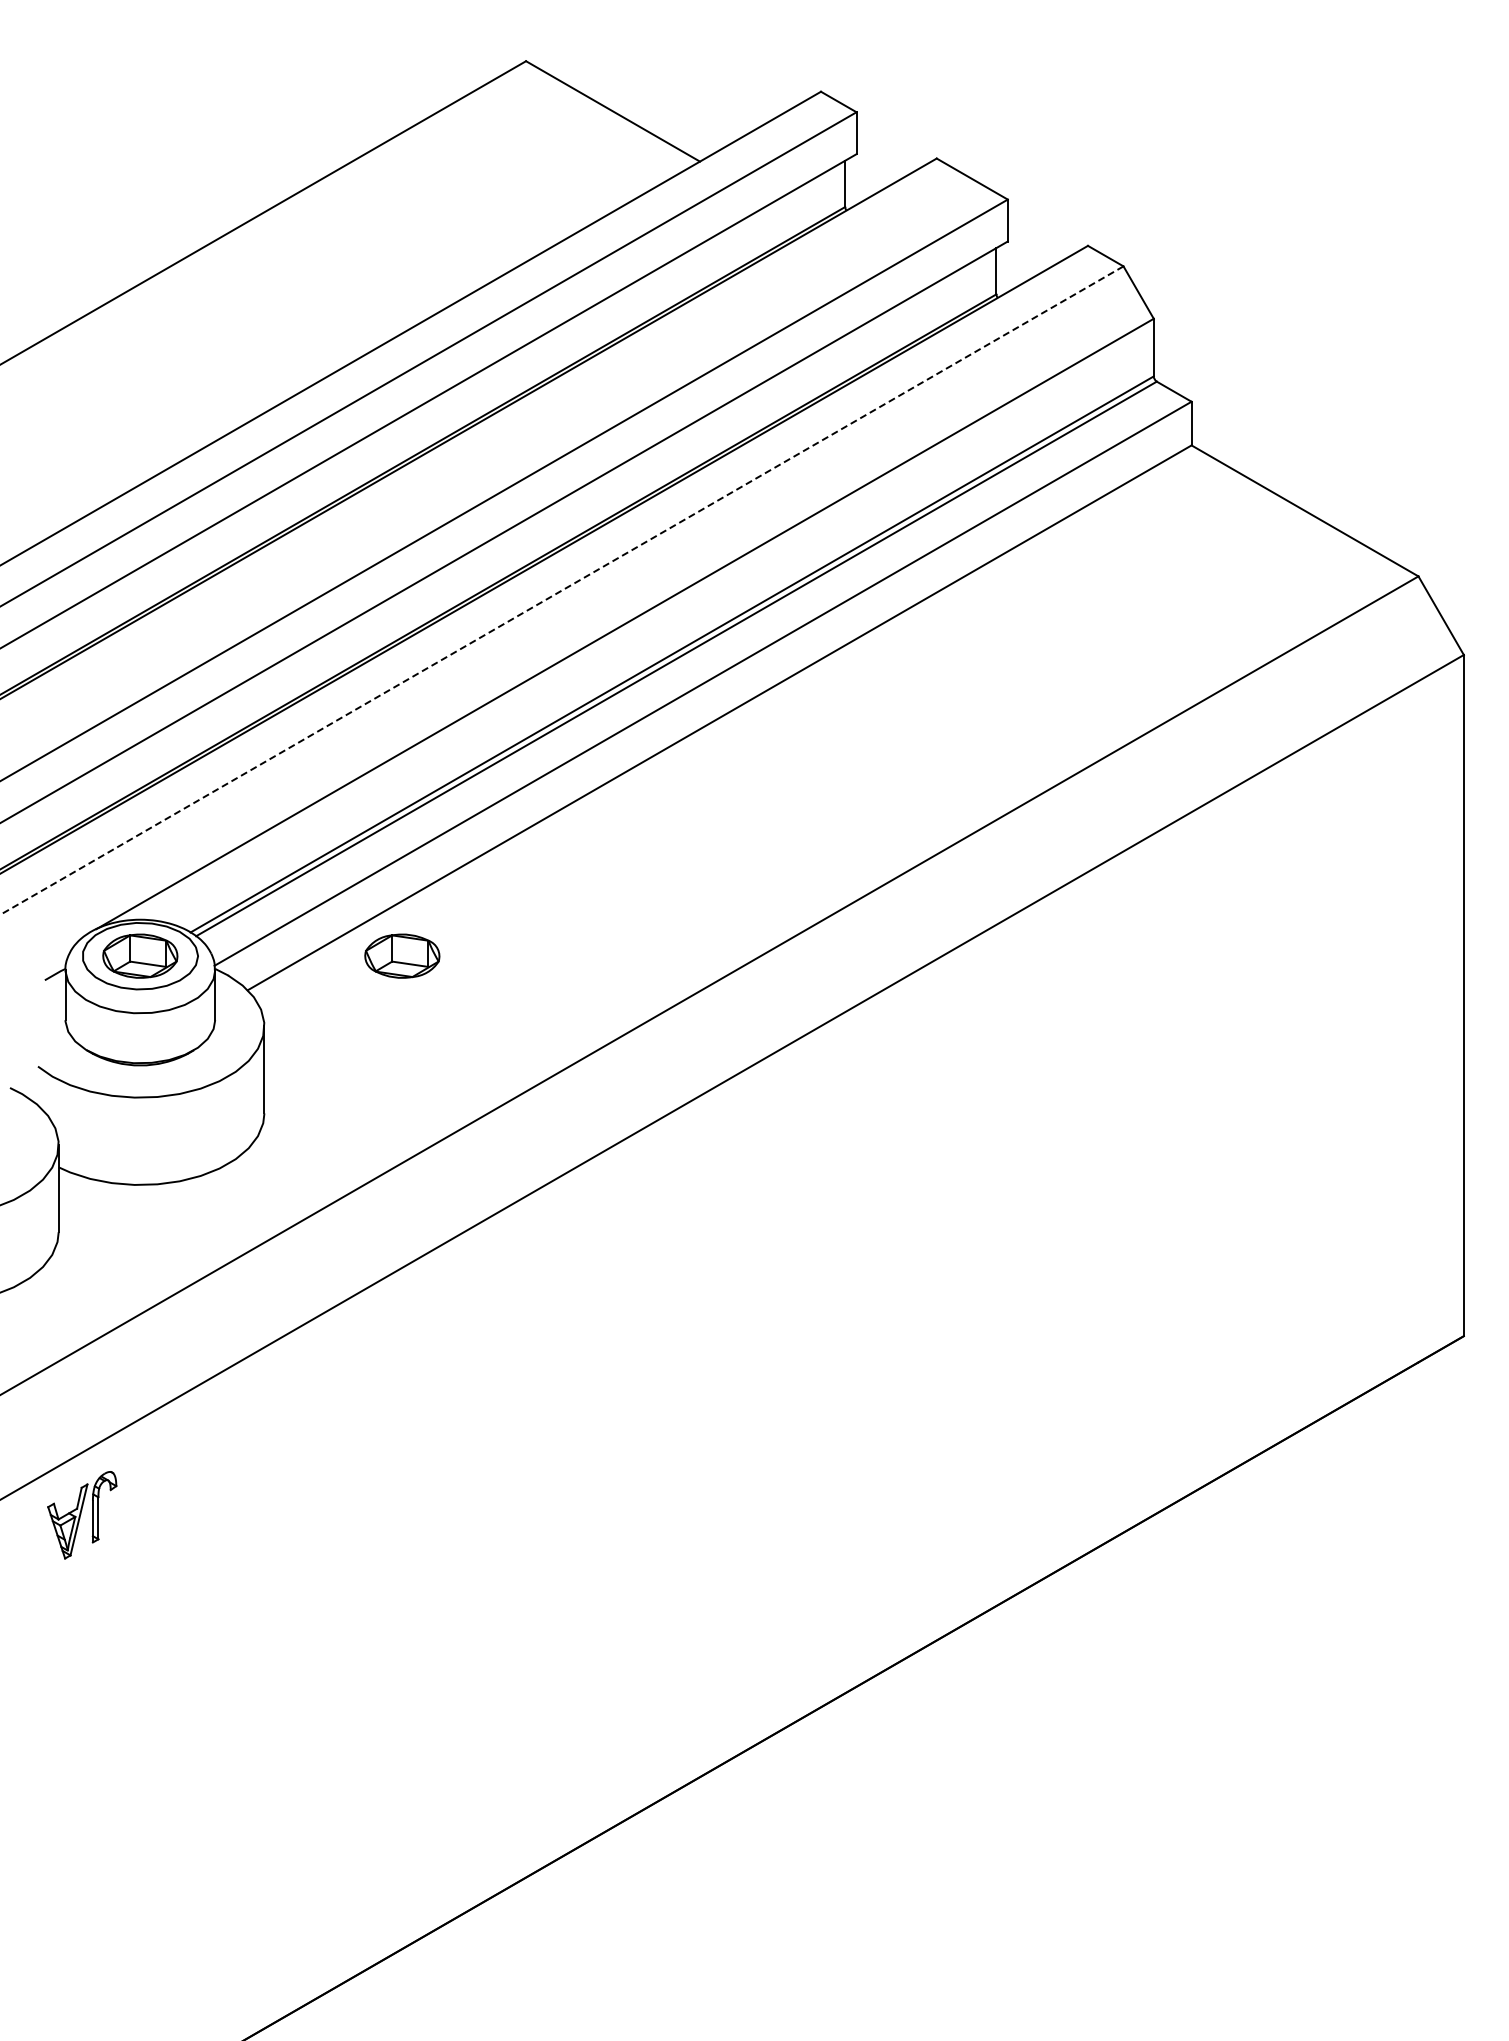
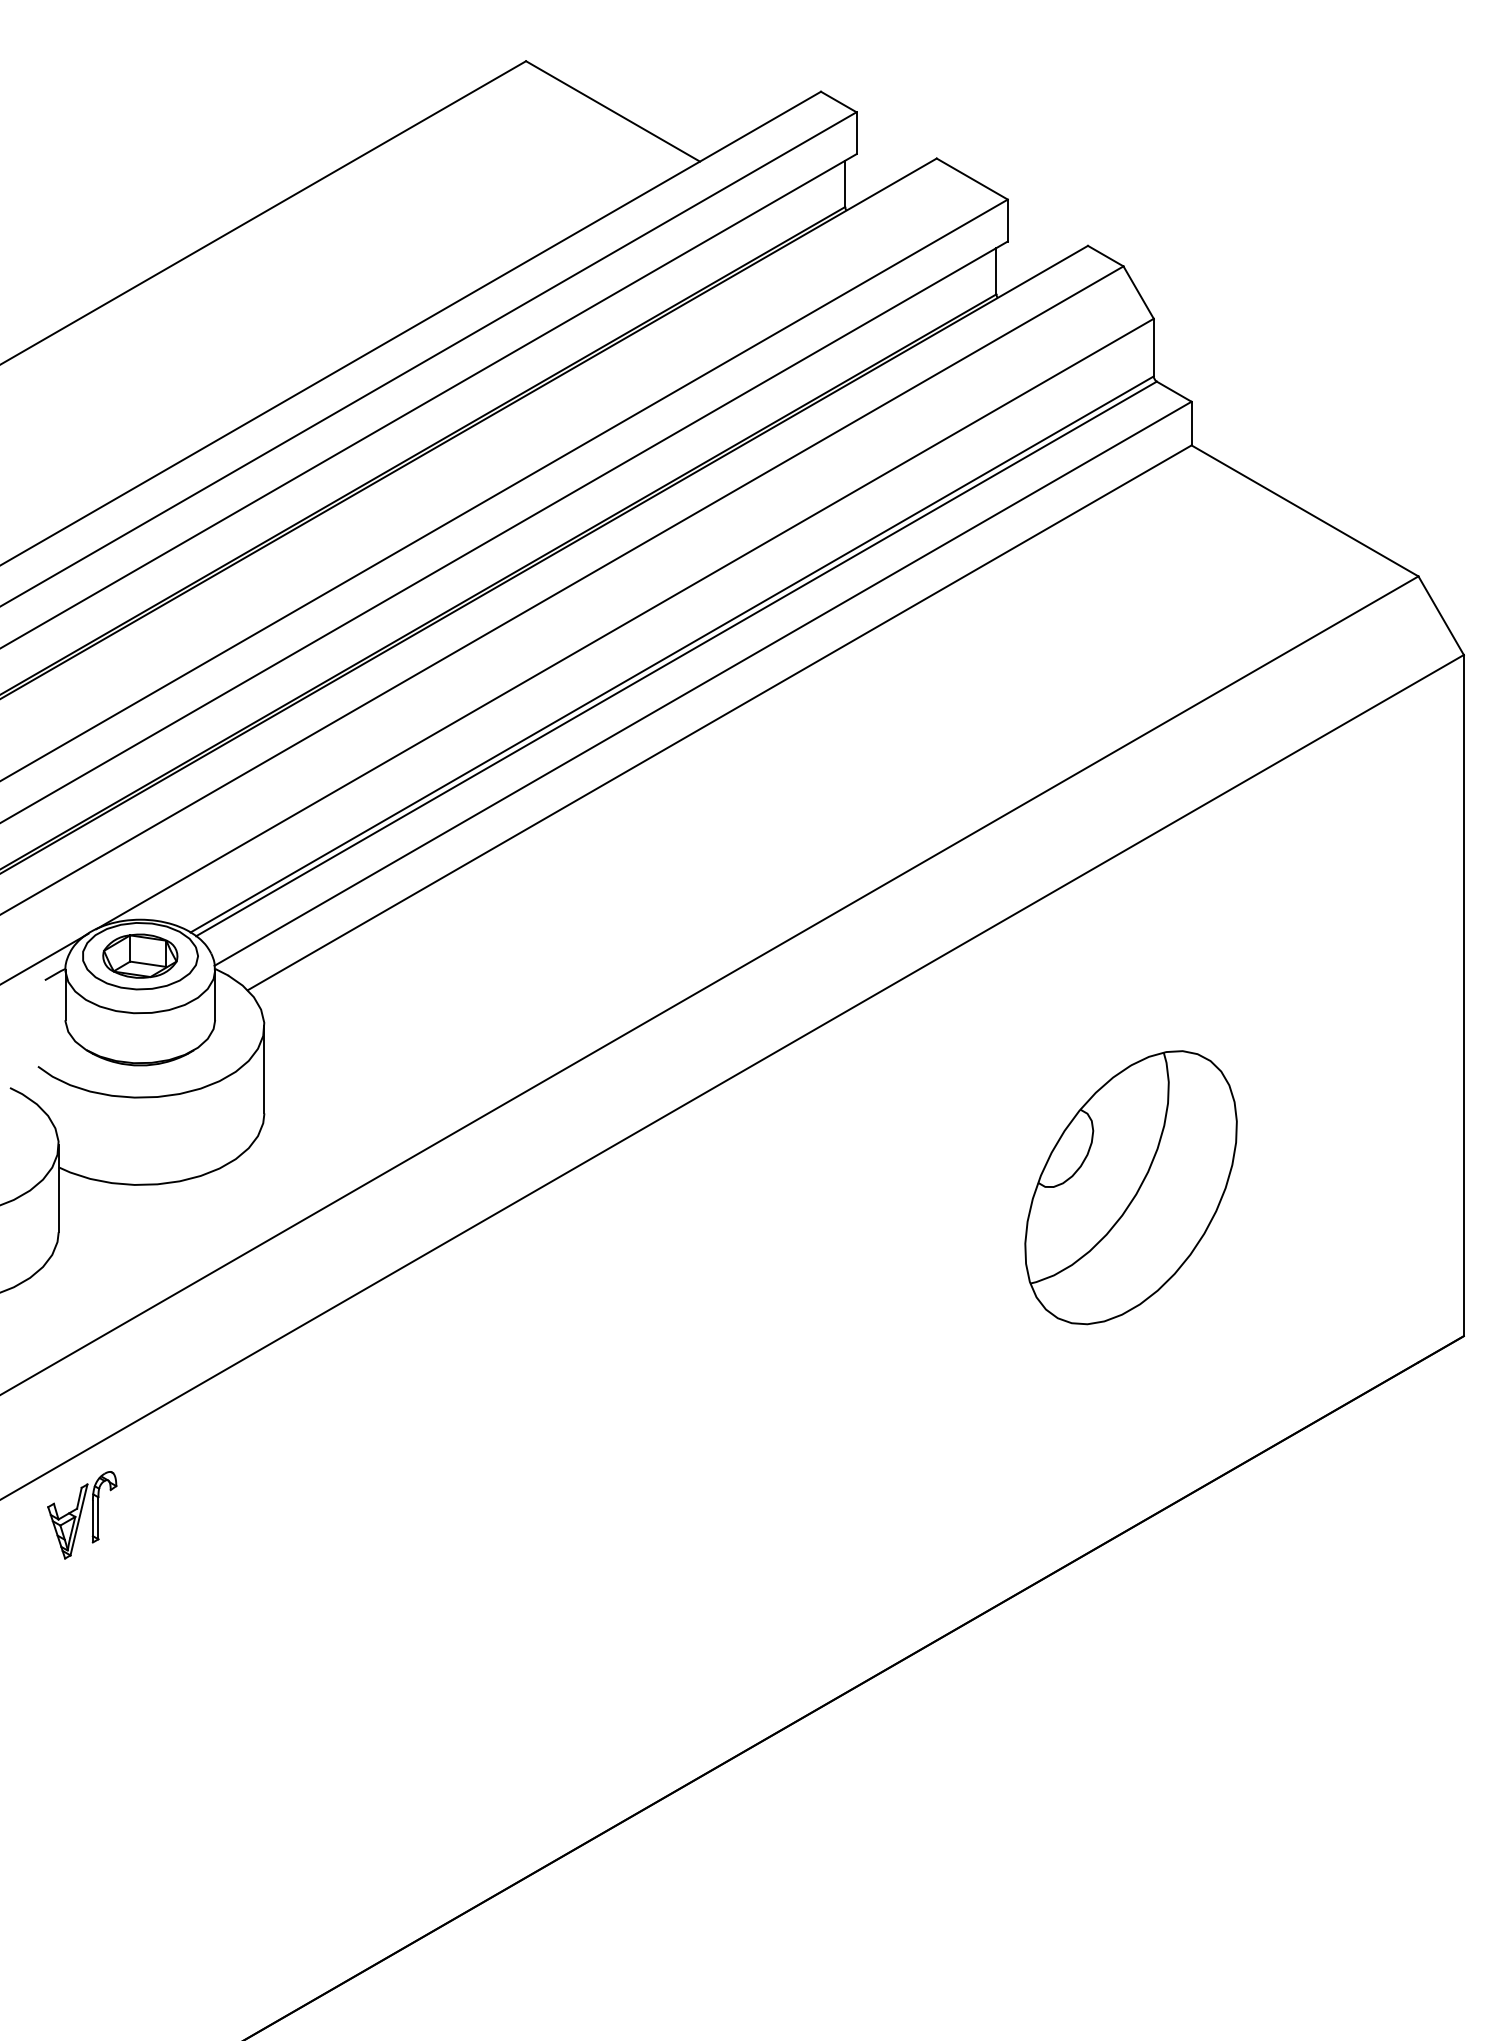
line at (561, 590): dashed -> solid
part at (402, 955): present -> none
line at (45, 958): none -> present
part at (1130, 1187): none -> present
